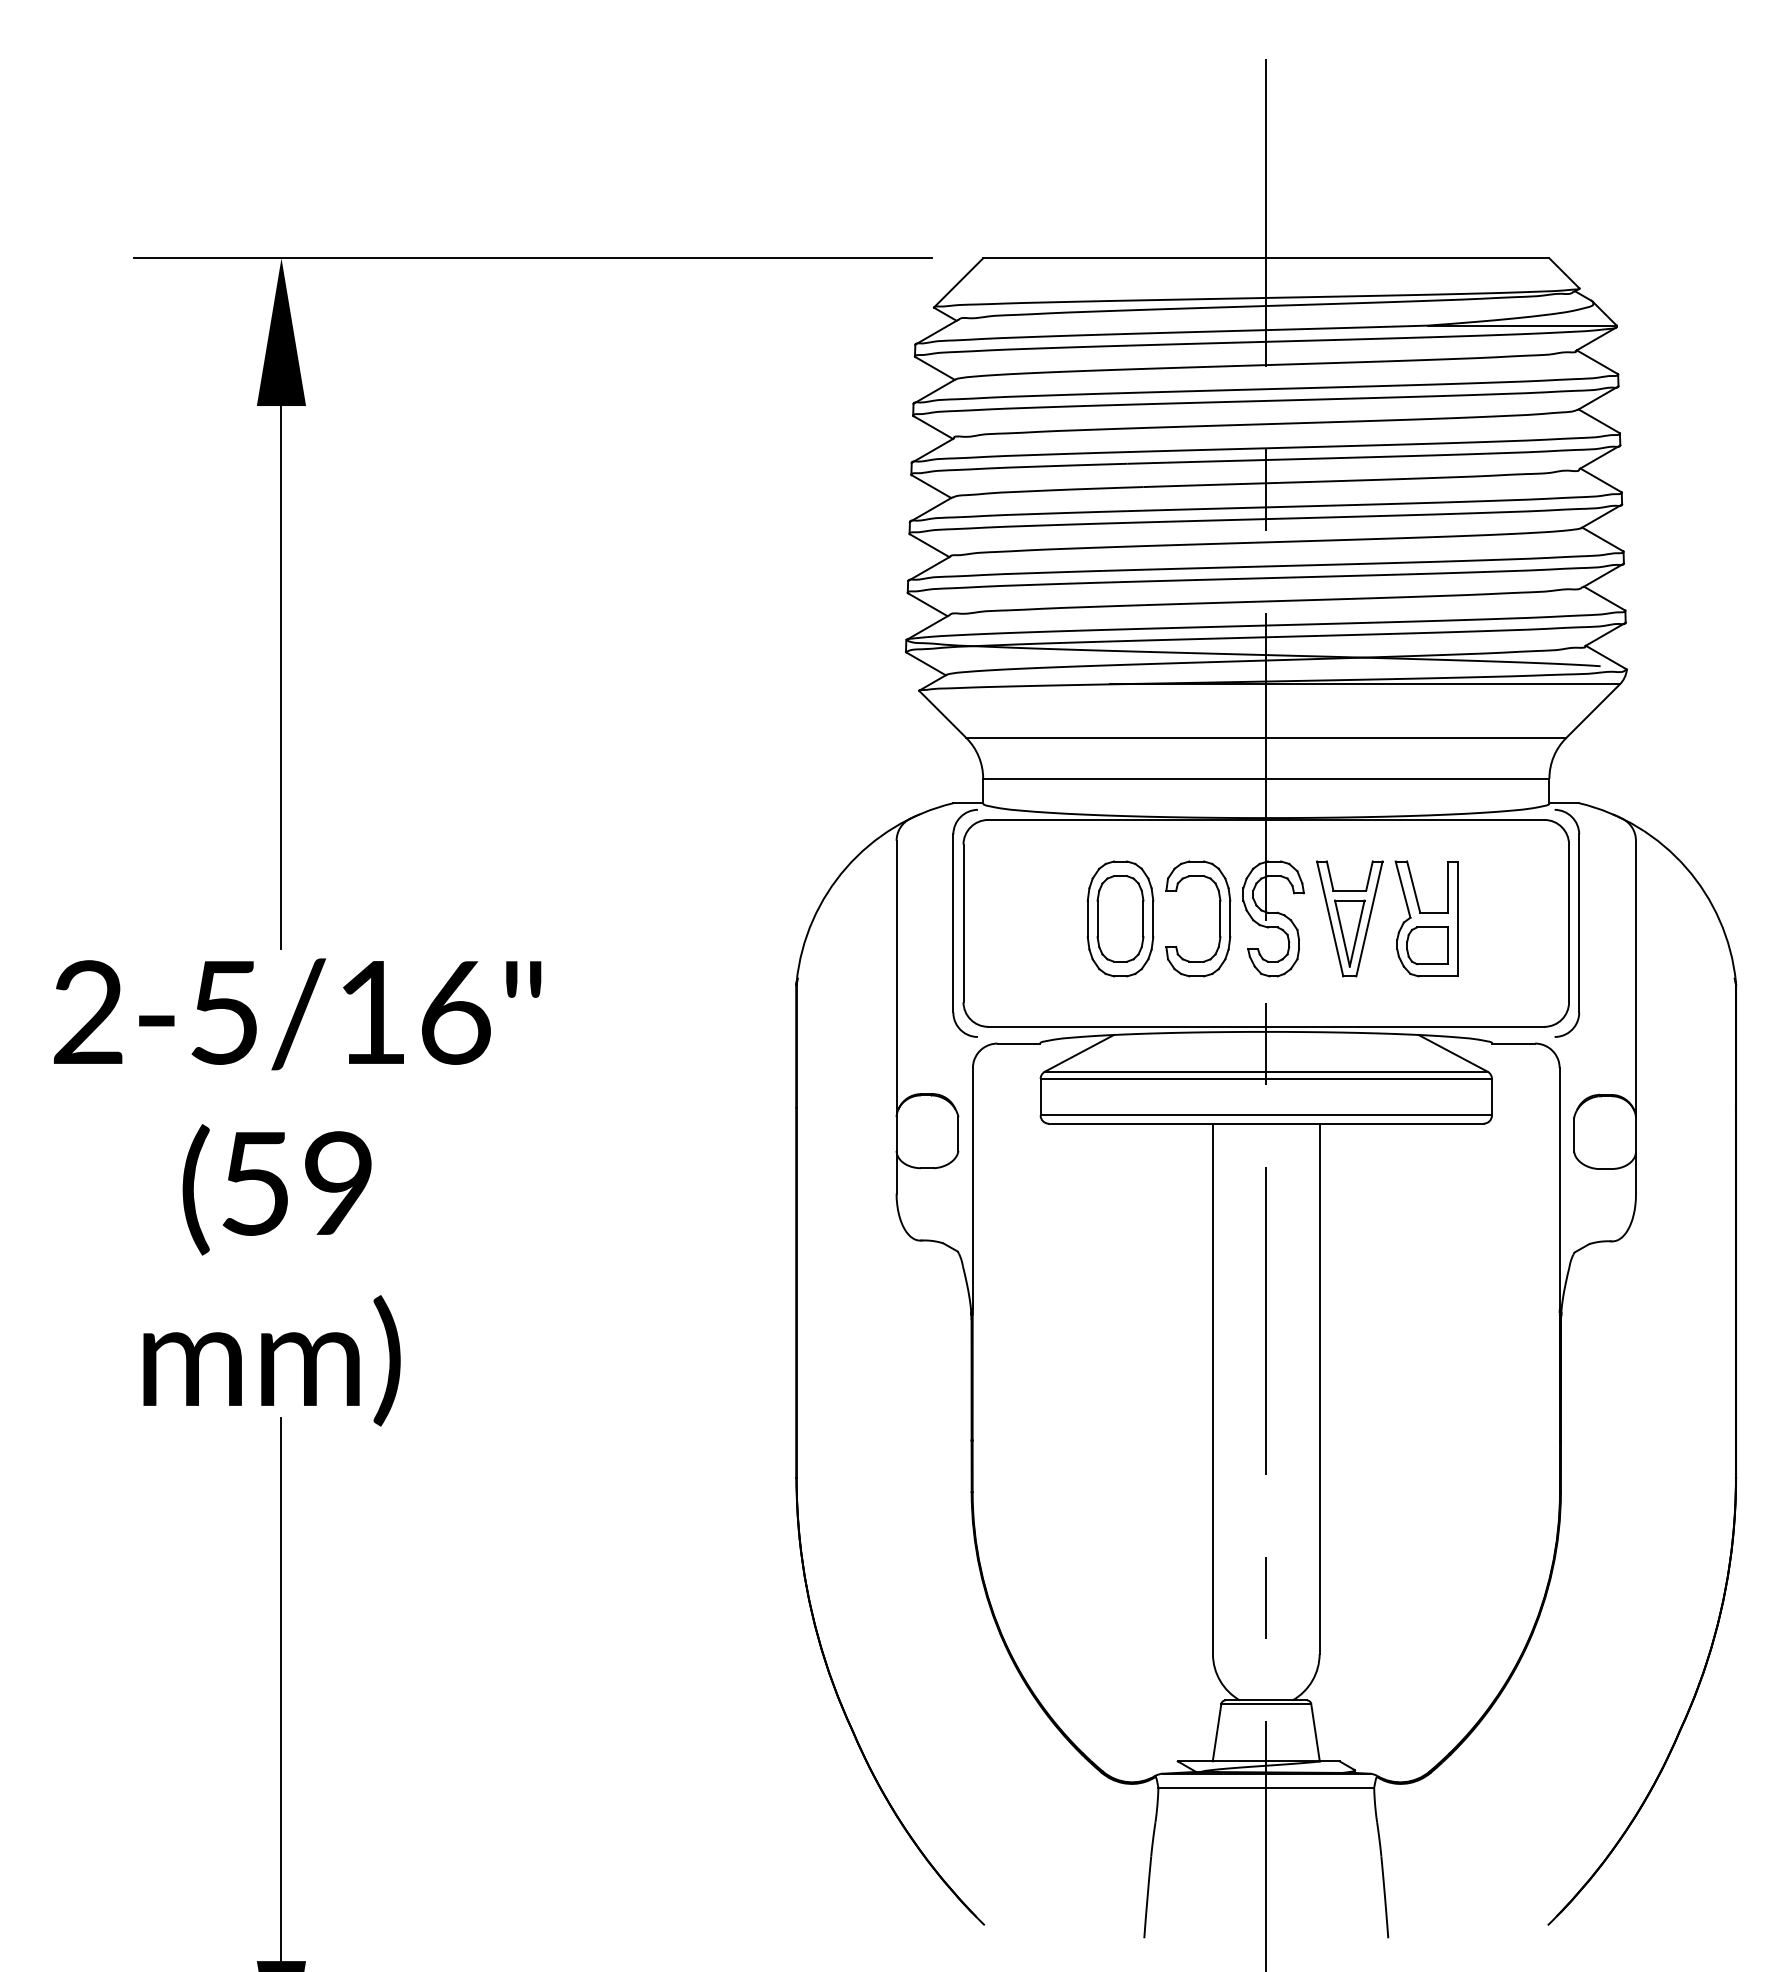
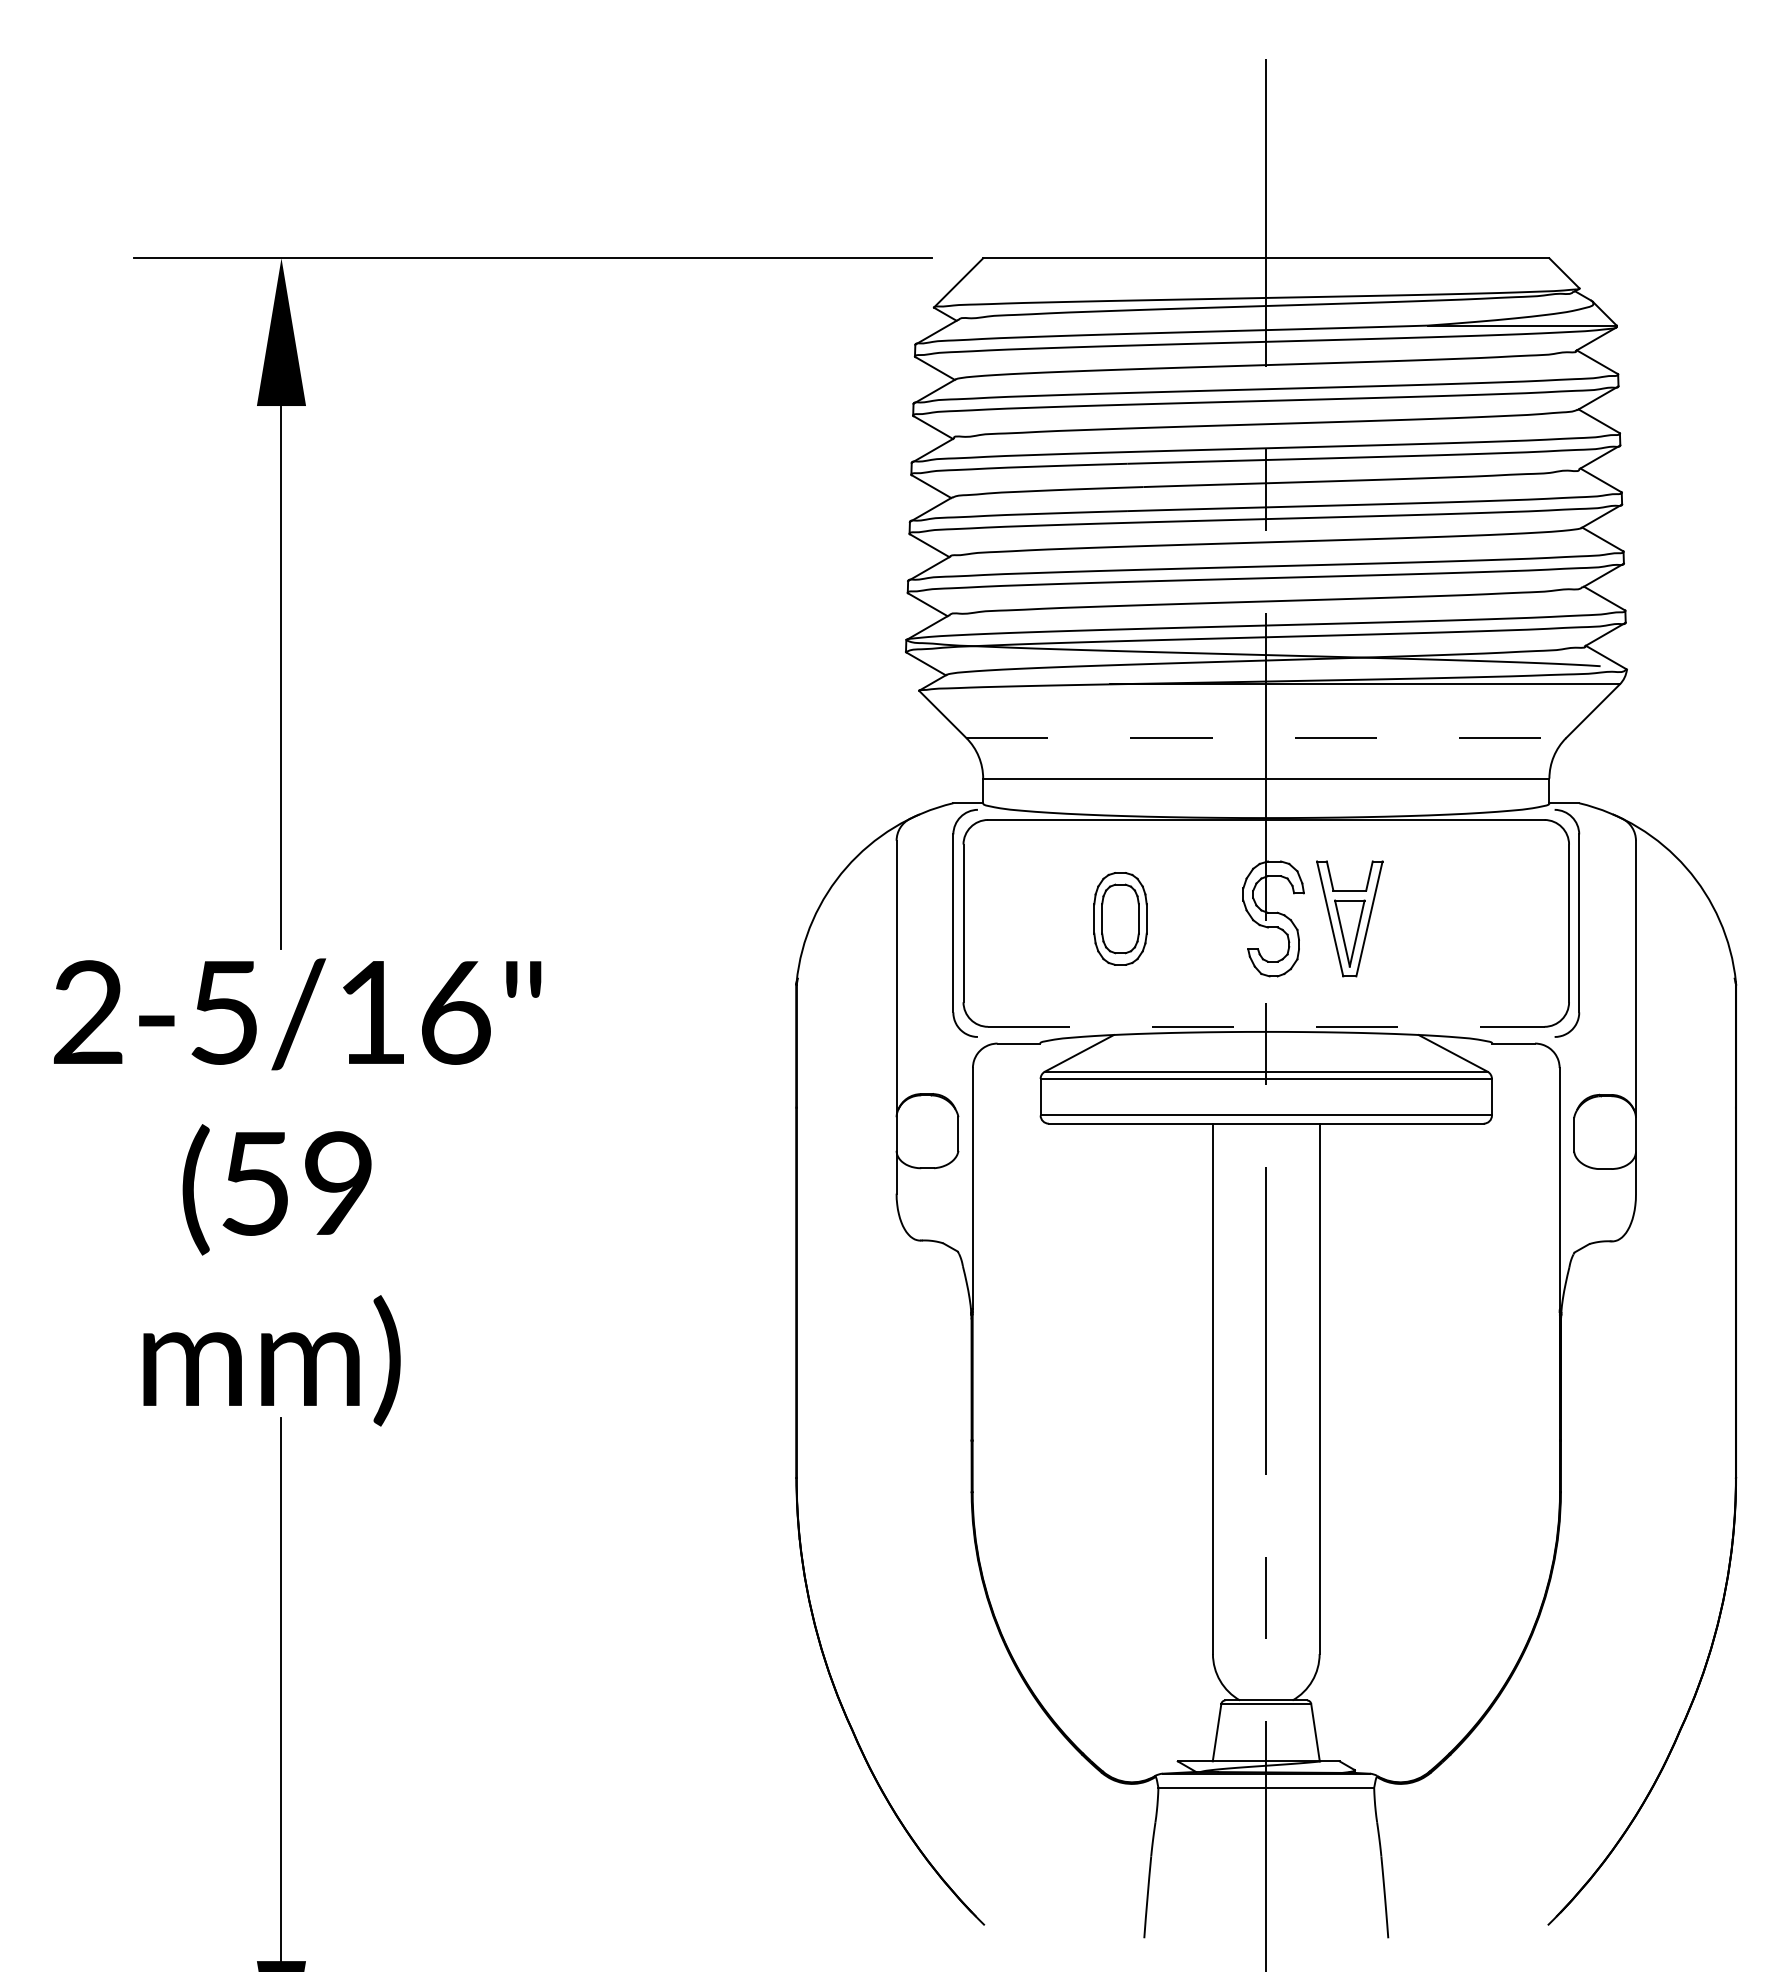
line at (1266, 738): solid -> dashed
part at (1120, 918) size: 69x118 px -> 55x94 px
part at (1219, 918): present -> none
part at (1426, 918): present -> none
line at (1266, 1026): solid -> dashed
